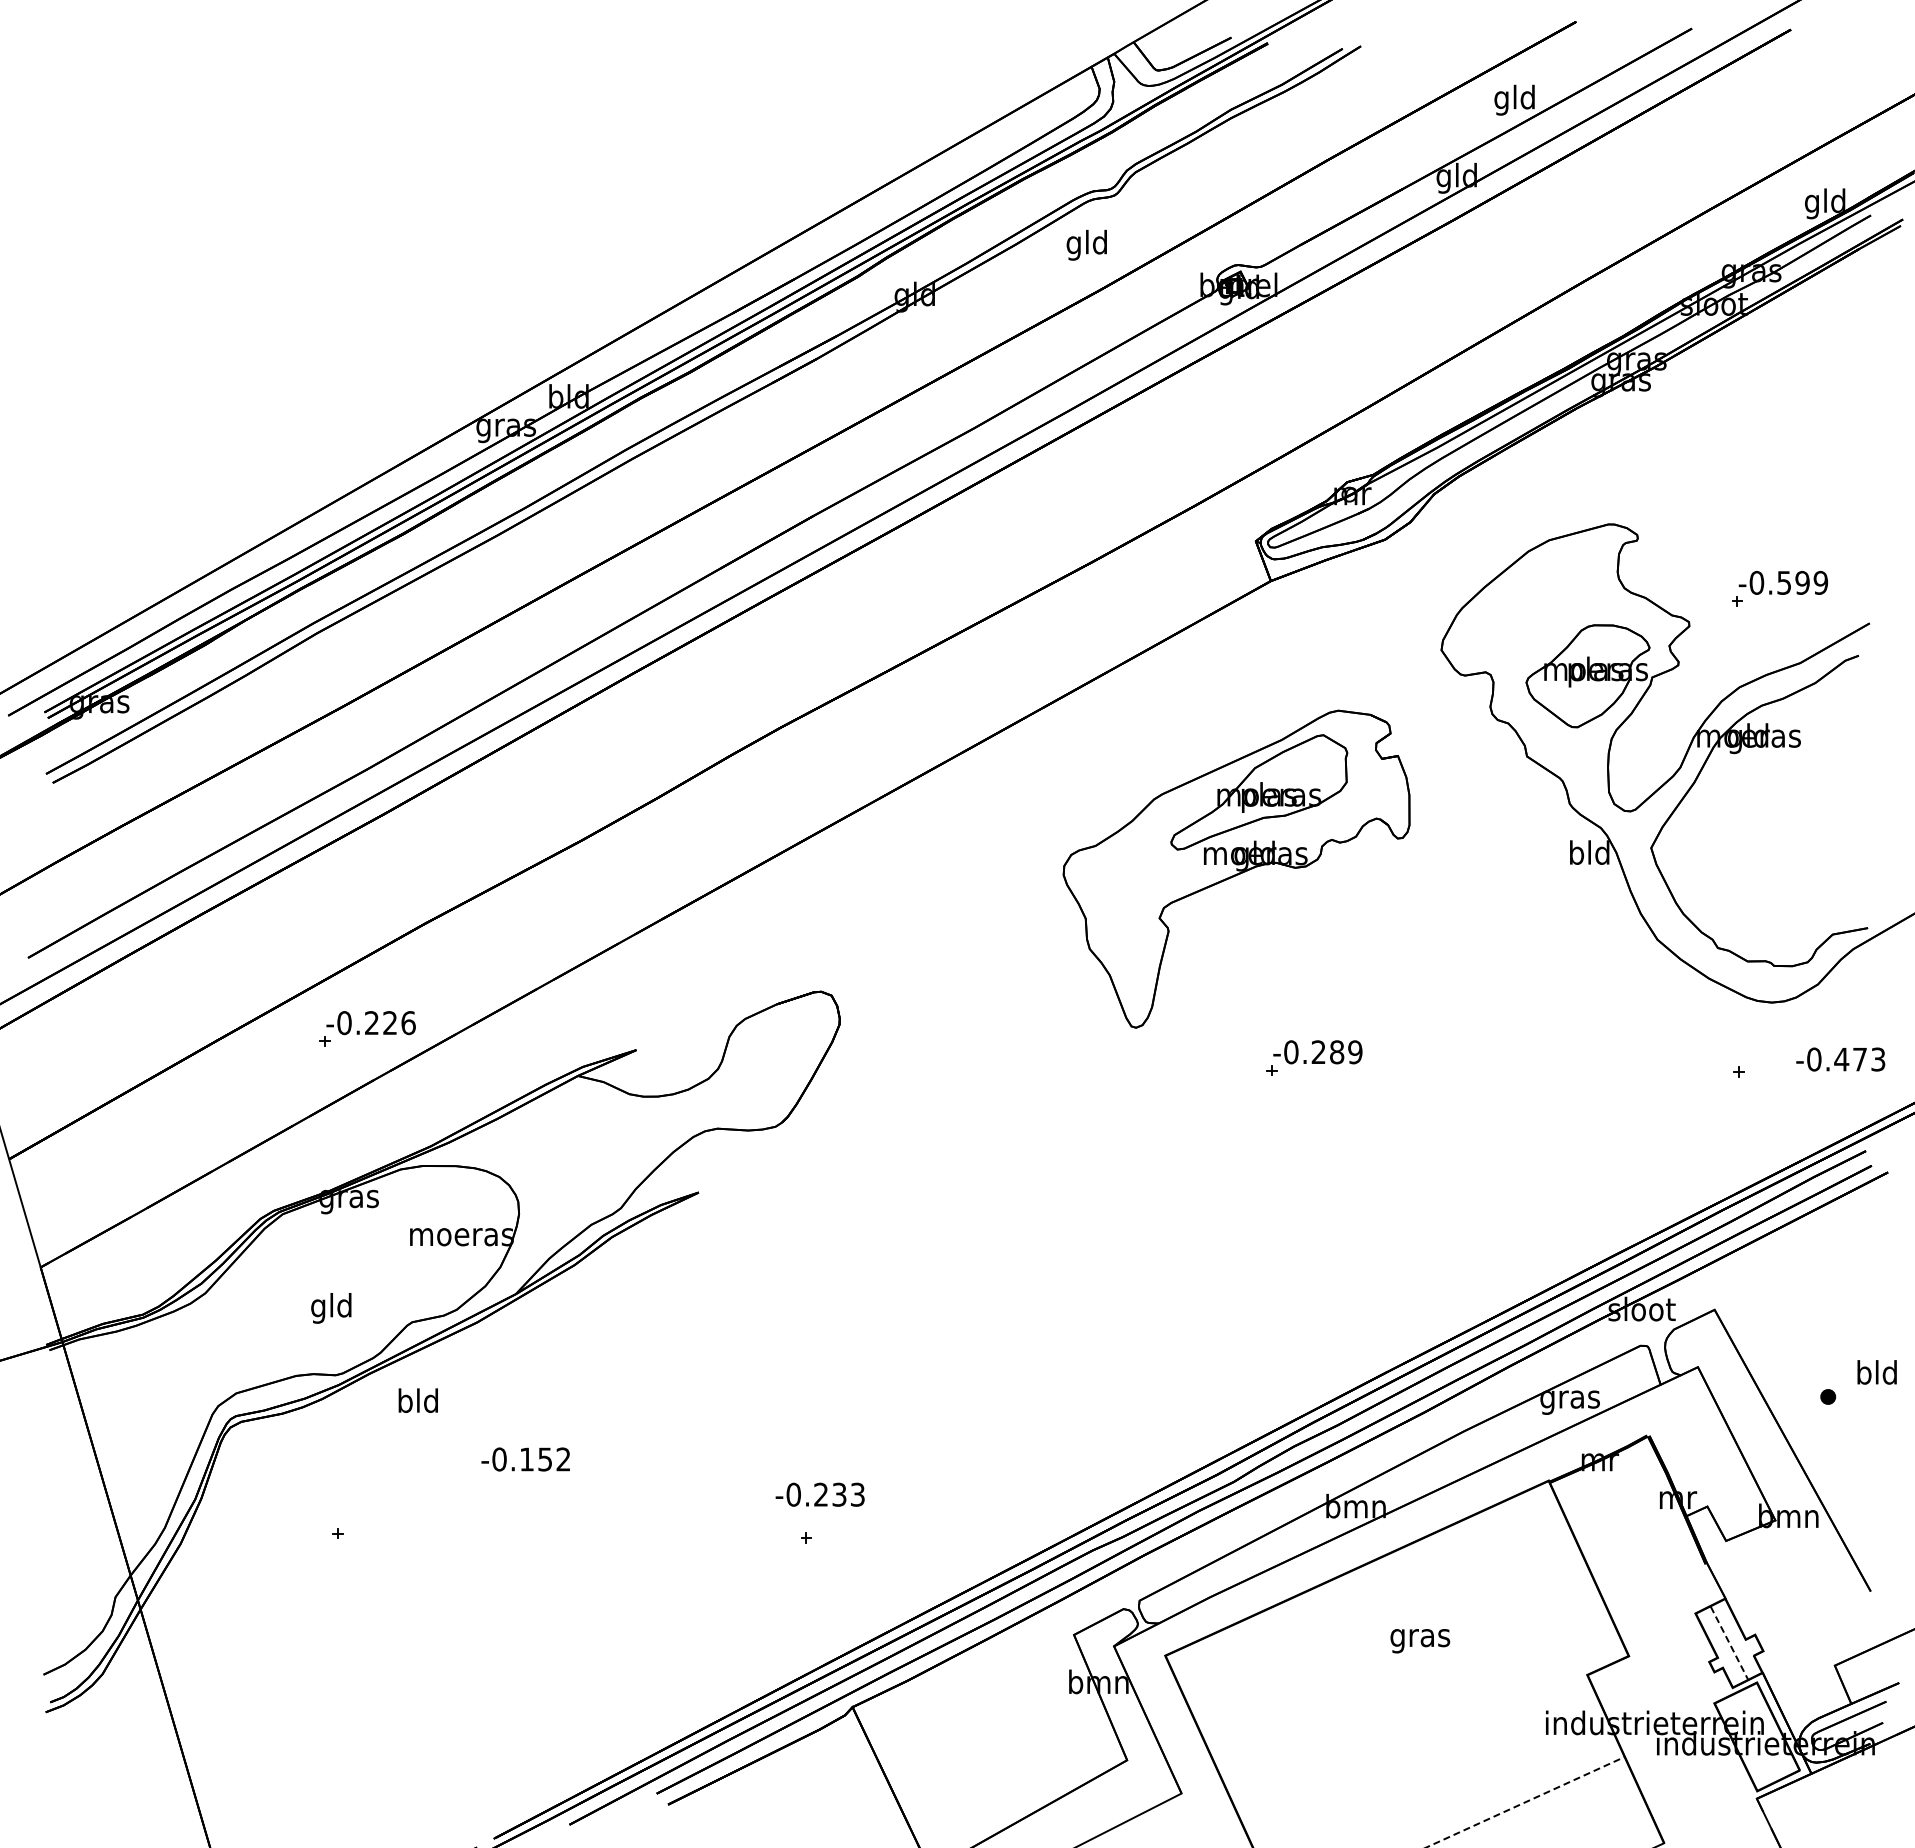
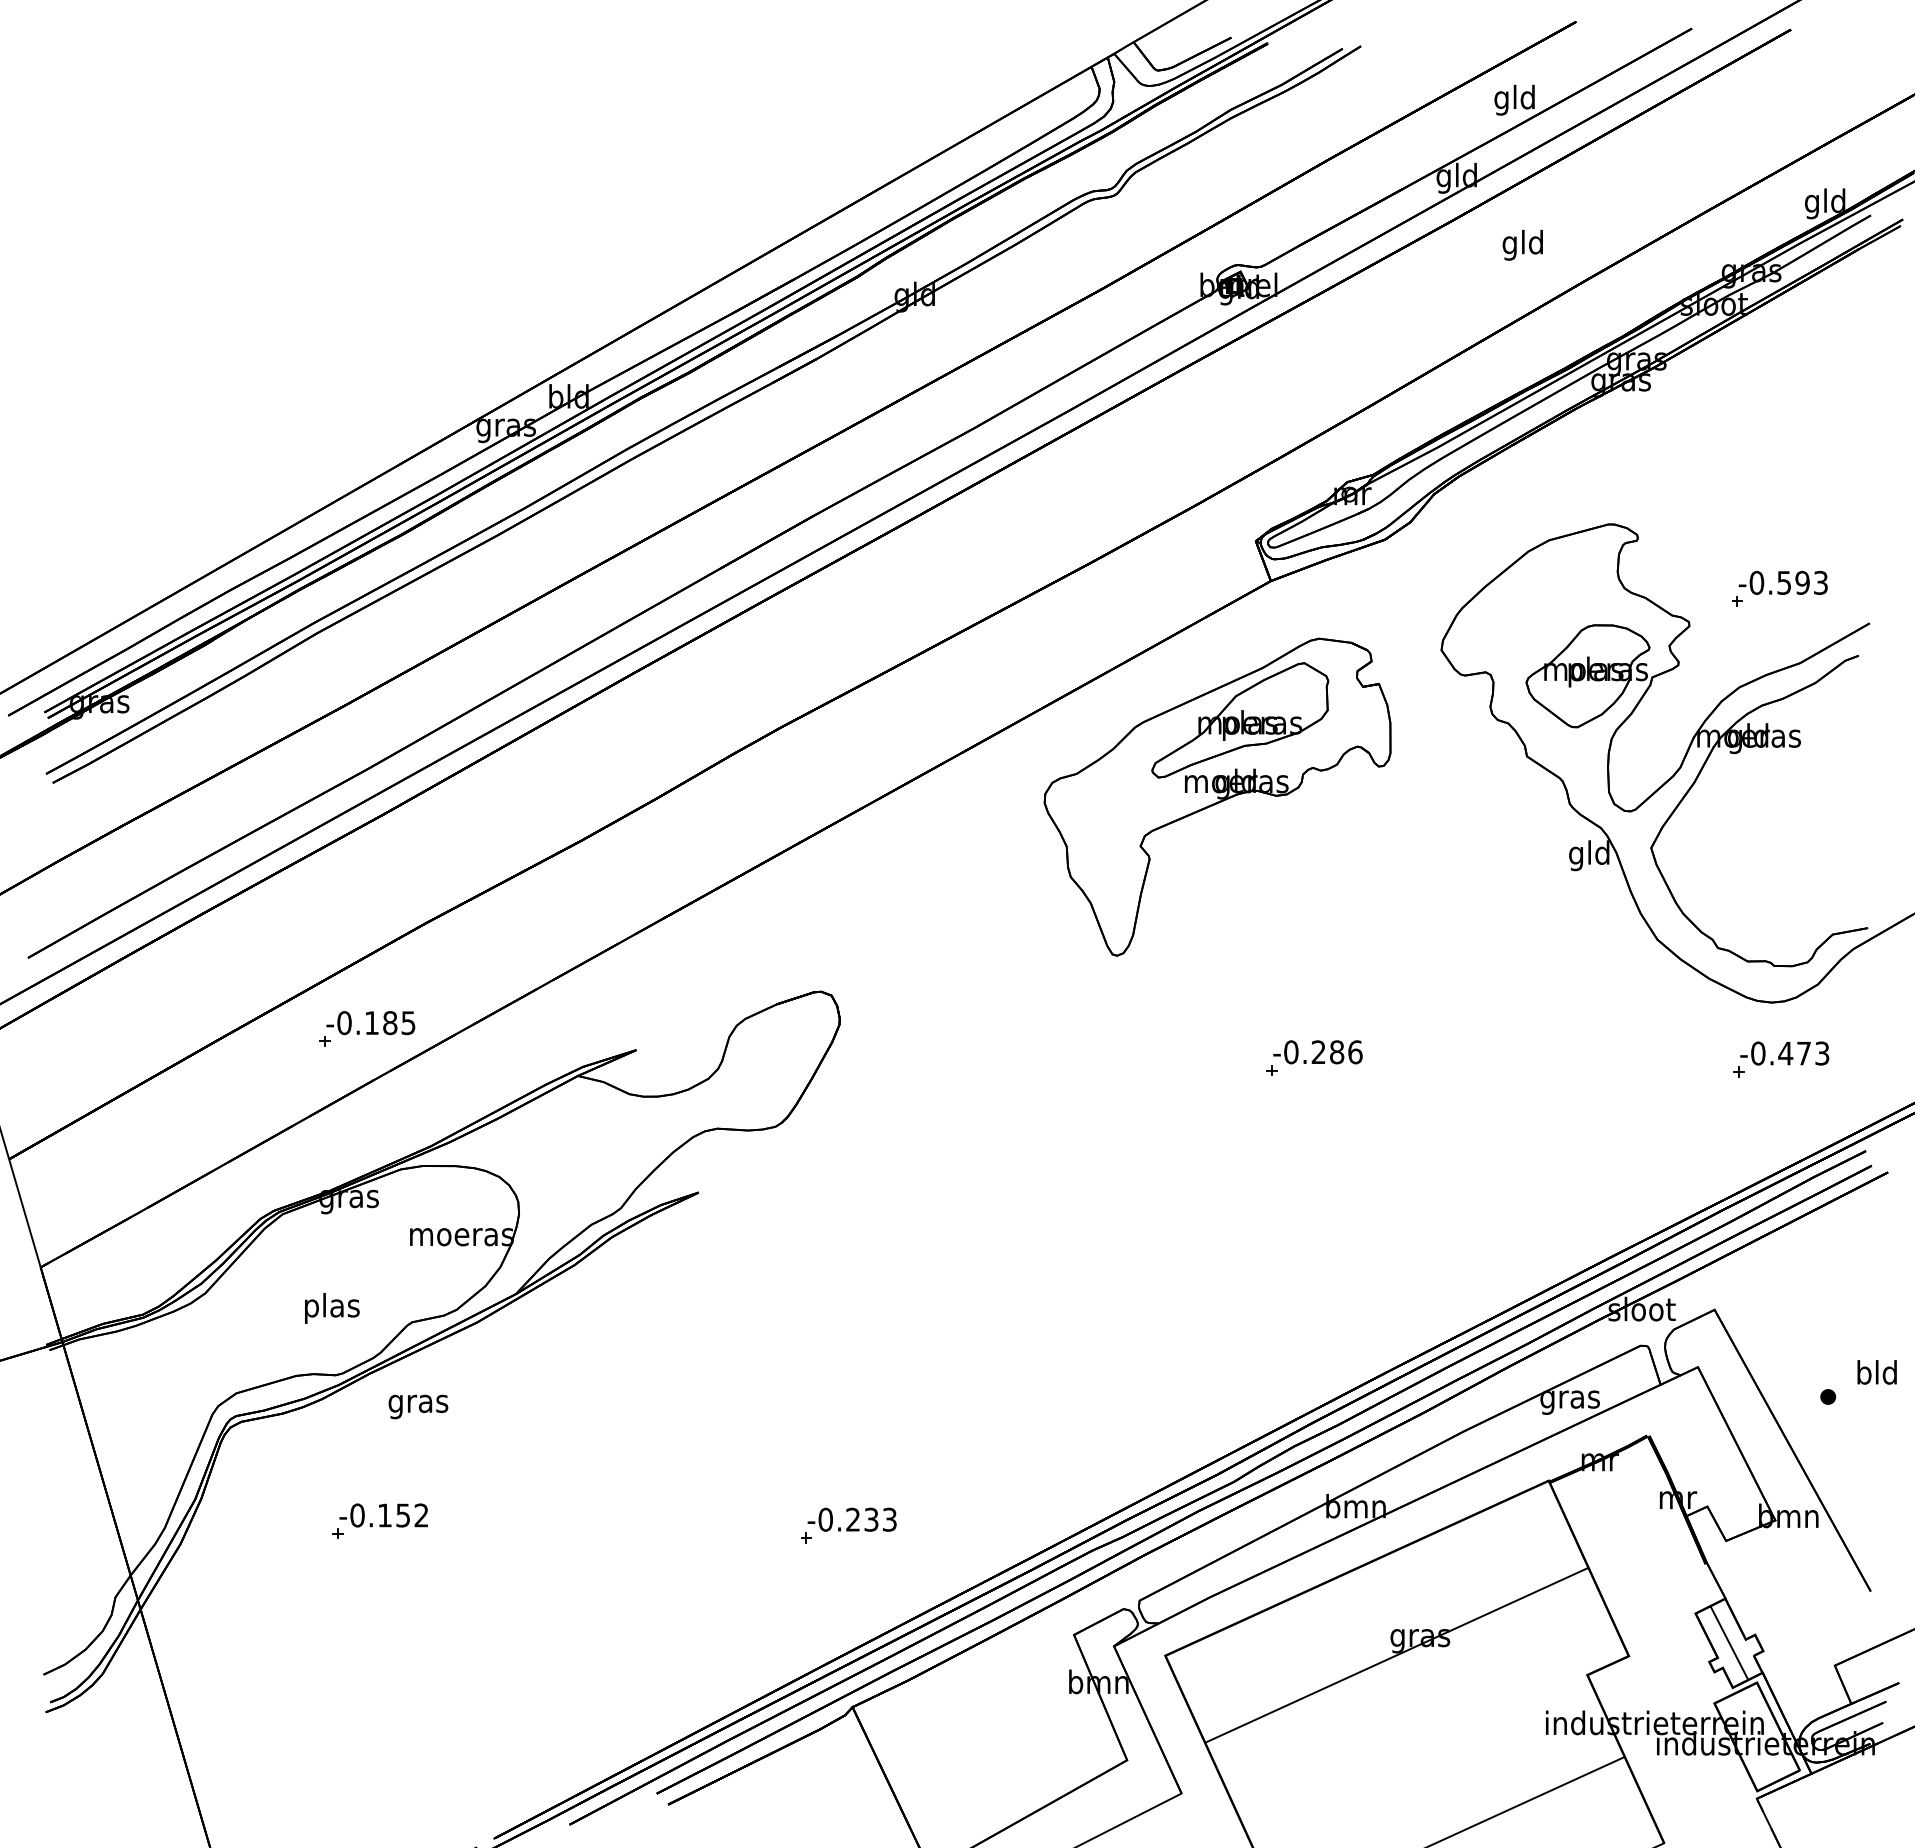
text at (1086, 244) position: (1086, 244) -> (1522, 244)
text at (1820, 582): -0.599 -> -0.593
text at (1576, 855): bld -> gld
part at (1236, 868) position: (1236, 868) -> (1217, 796)
text at (390, 1023): -0.226 -> -0.185
text at (1355, 1052): -0.289 -> -0.286
text at (1840, 1059) position: (1840, 1059) -> (1784, 1053)
text at (332, 1308): gld -> plas
text at (418, 1403): bld -> gras
text at (525, 1459) position: (525, 1459) -> (383, 1515)
text at (819, 1494) position: (819, 1494) -> (851, 1519)
line at (1729, 1643): dashed -> solid
line at (1396, 1655): none -> present
line at (1525, 1802): dashed -> solid
